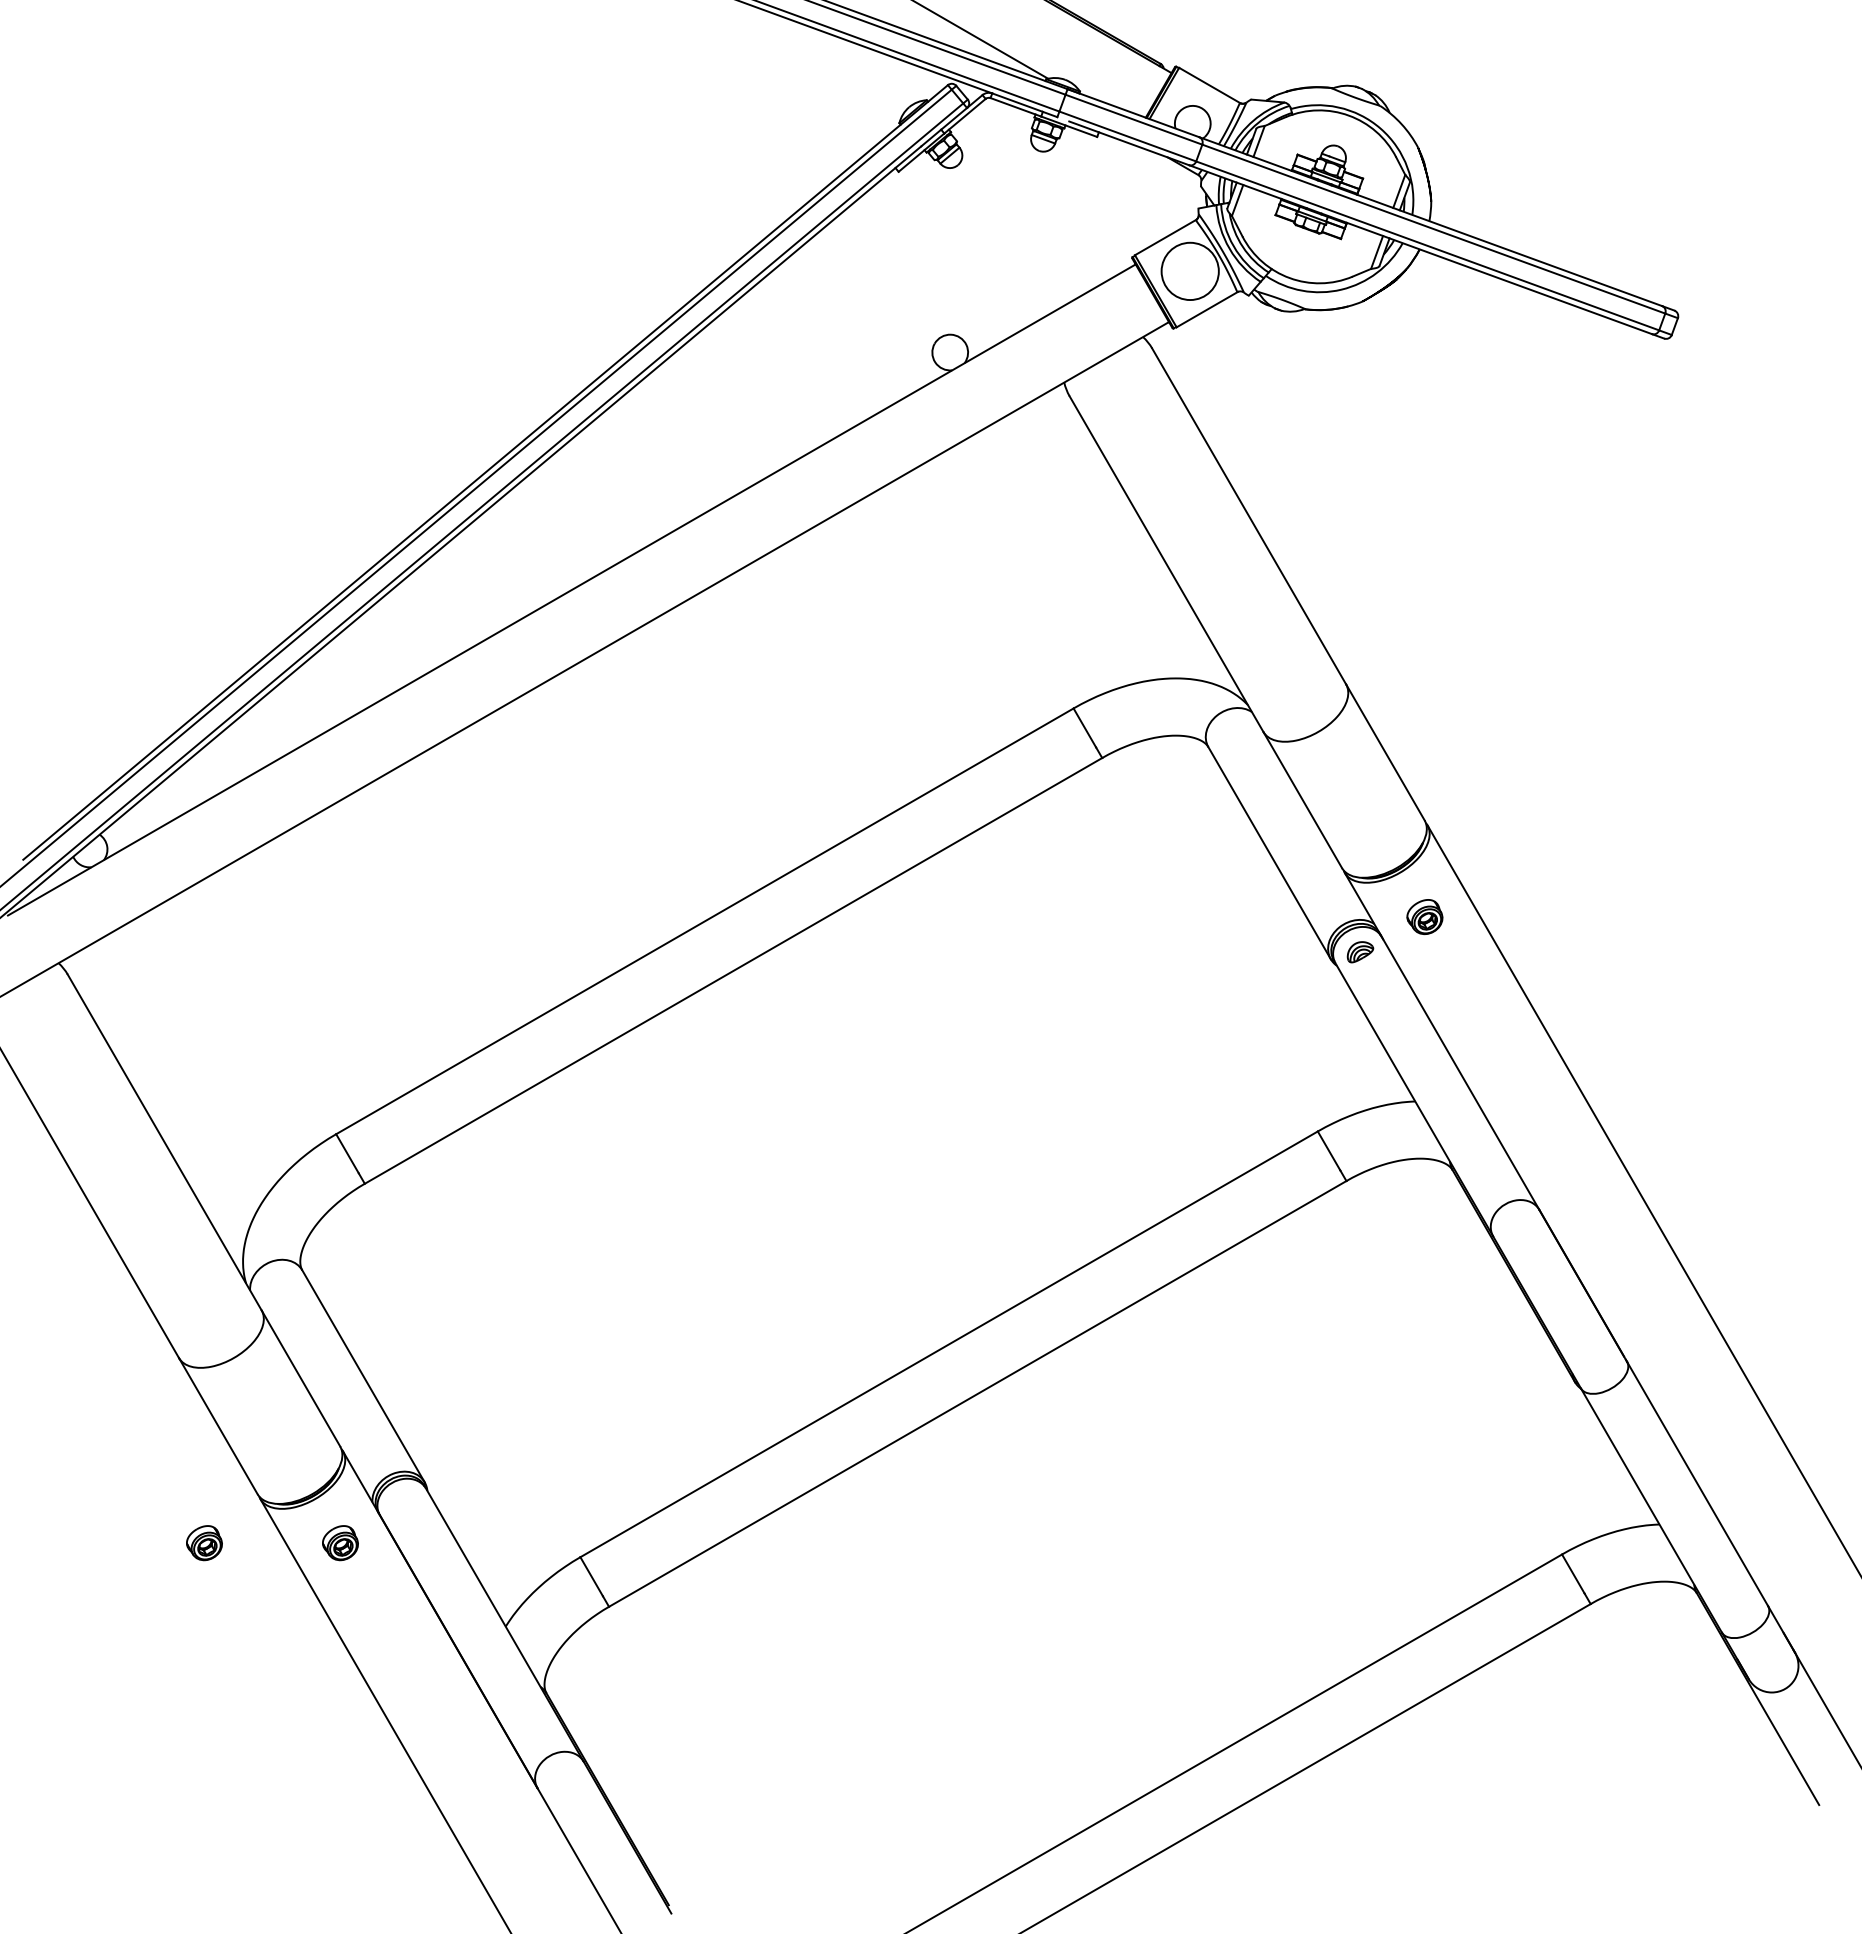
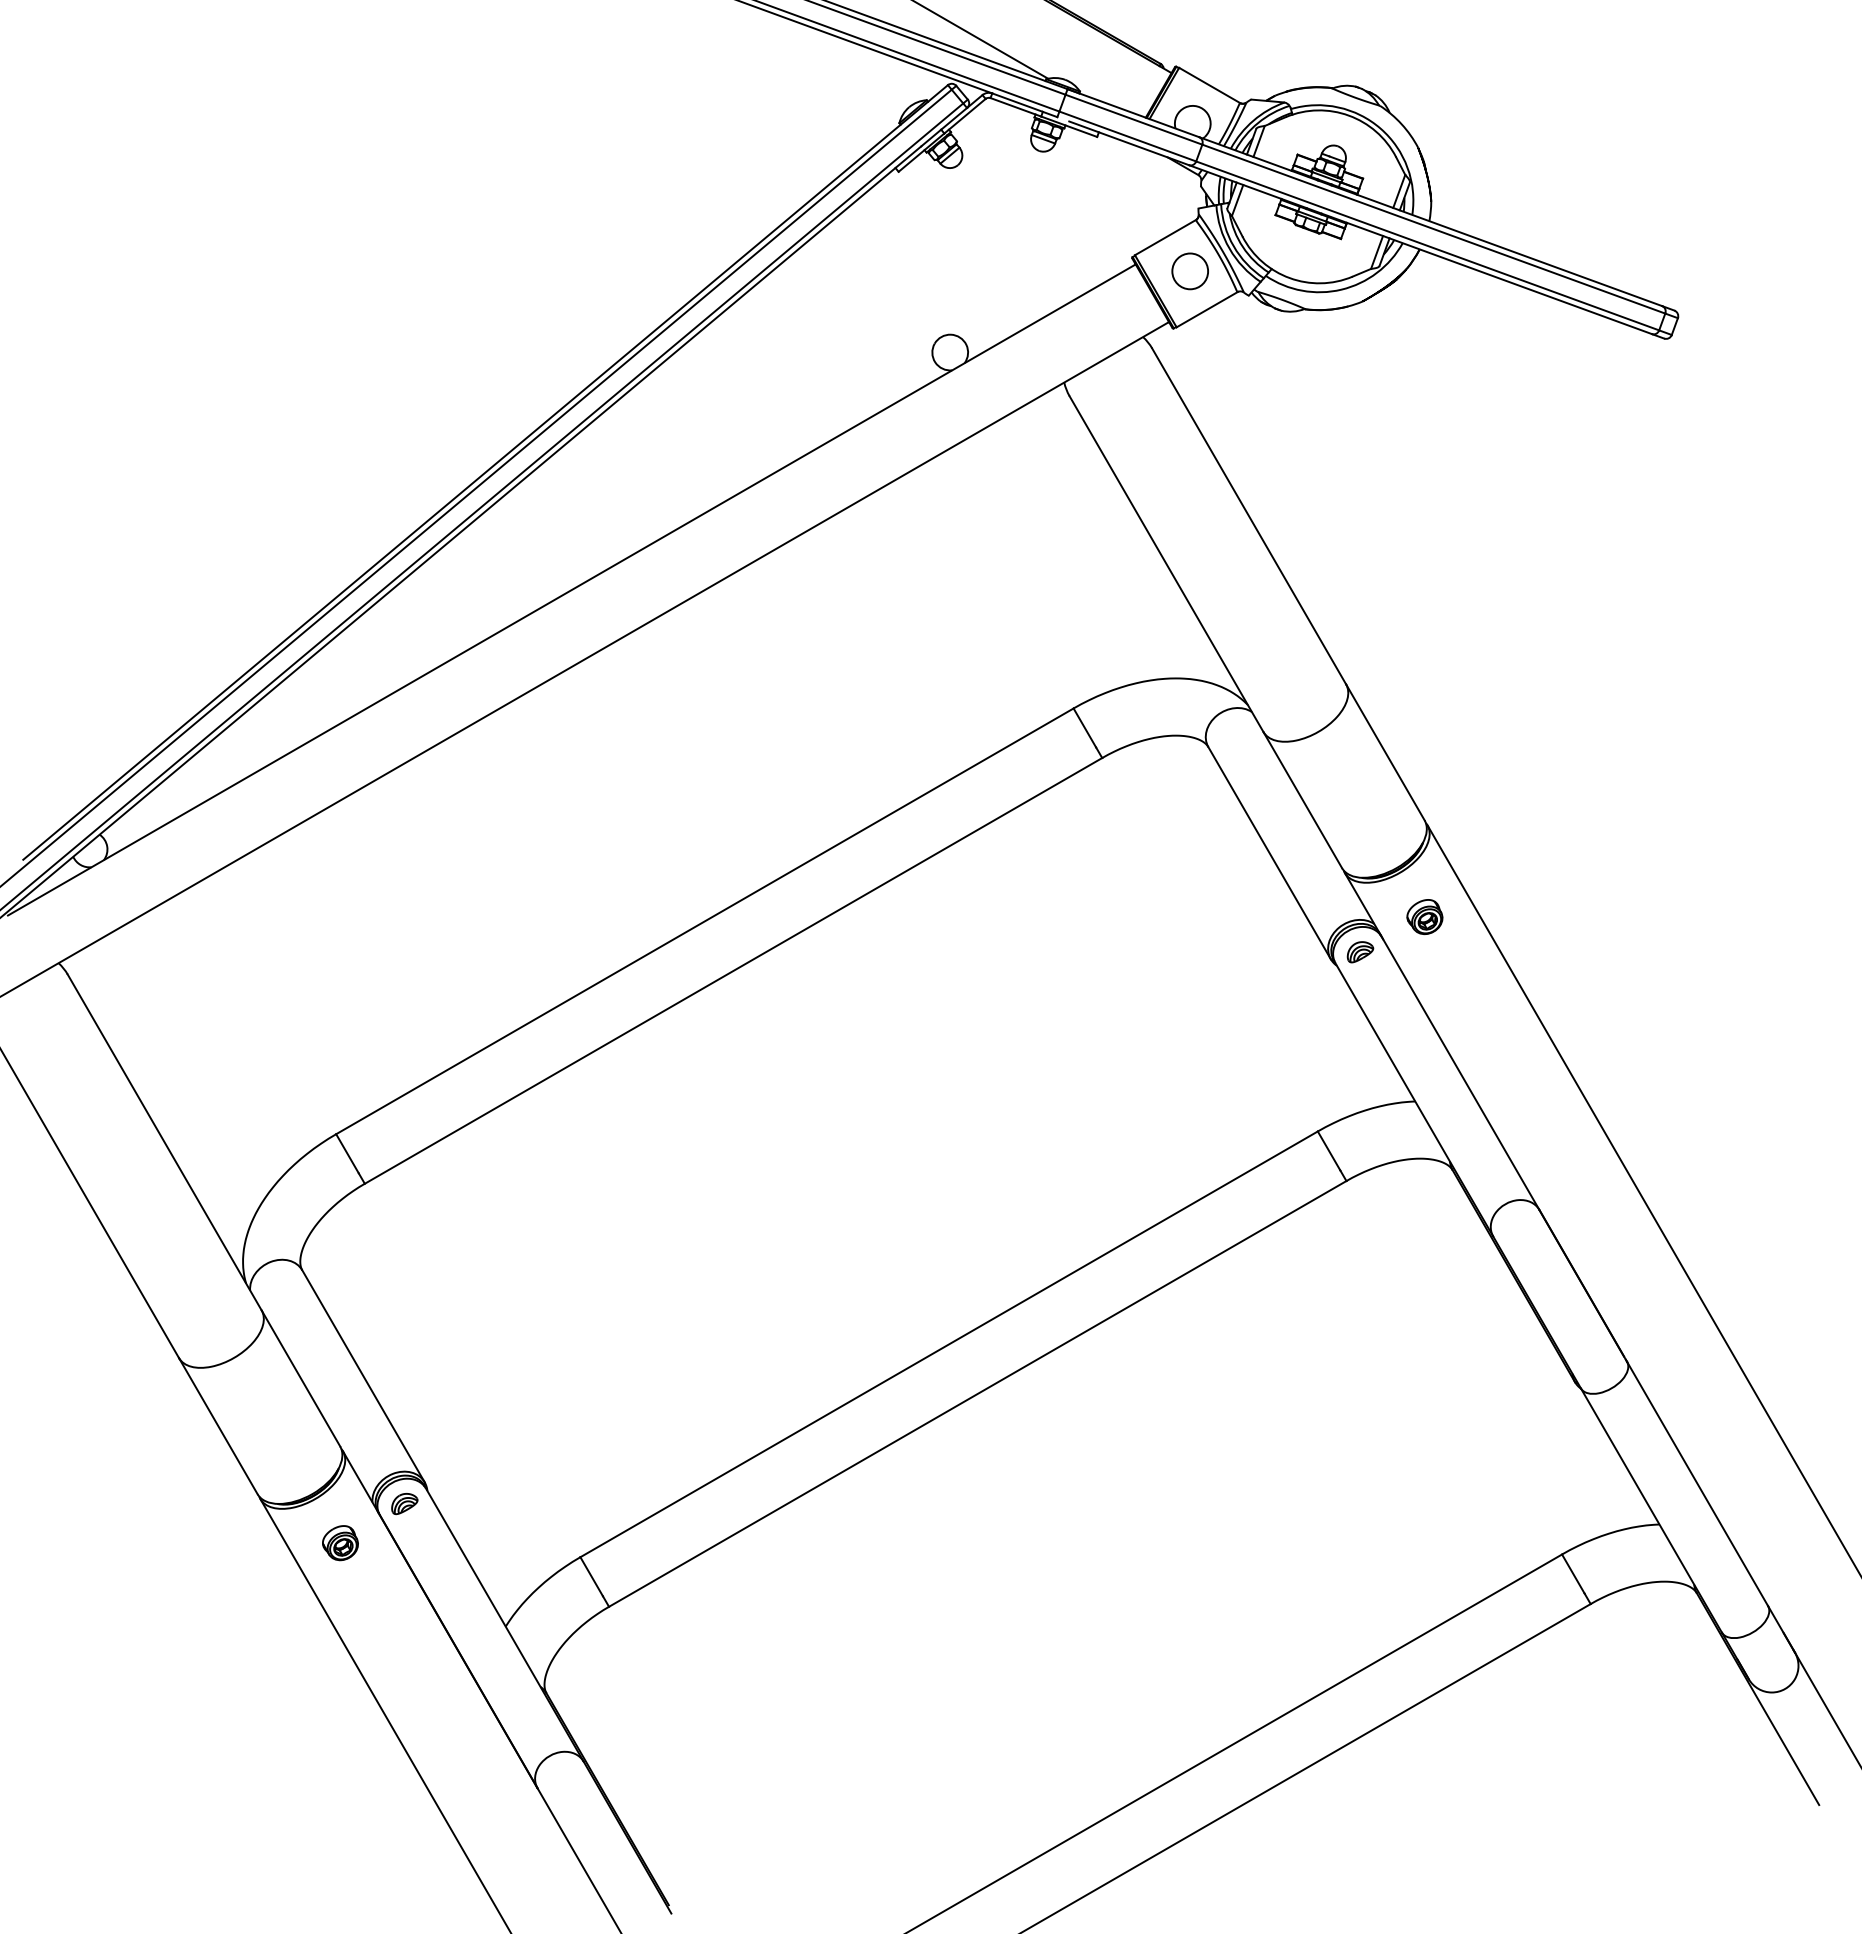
circle at (1189, 271) diameter: 57 px -> 36 px
part at (404, 1504): none -> present
part at (204, 1543): present -> none
